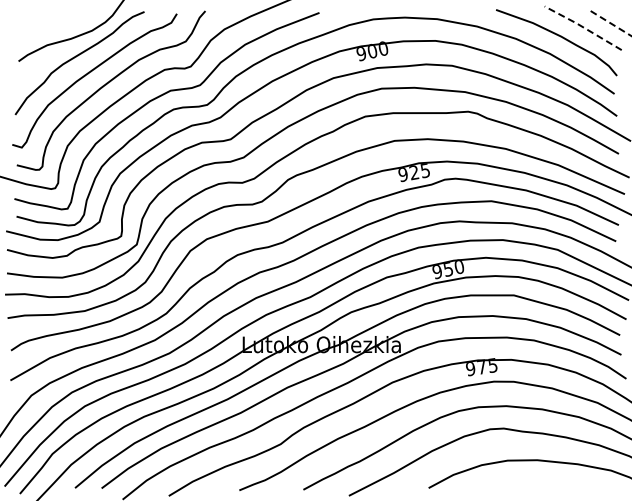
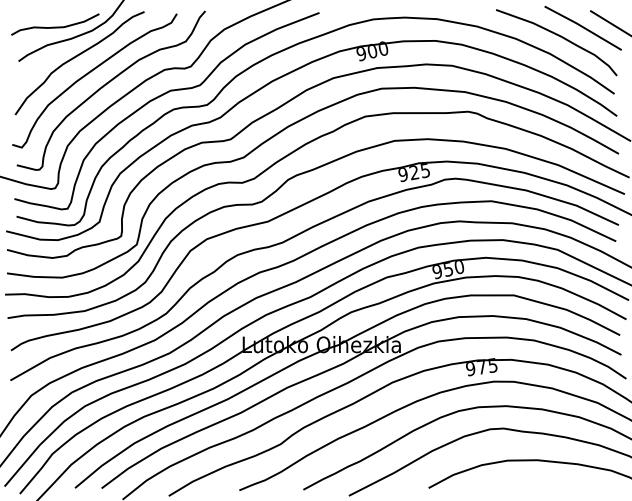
line at (610, 23): dashed -> solid
curve at (55, 26): none -> present
line at (583, 27): dashed -> solid
